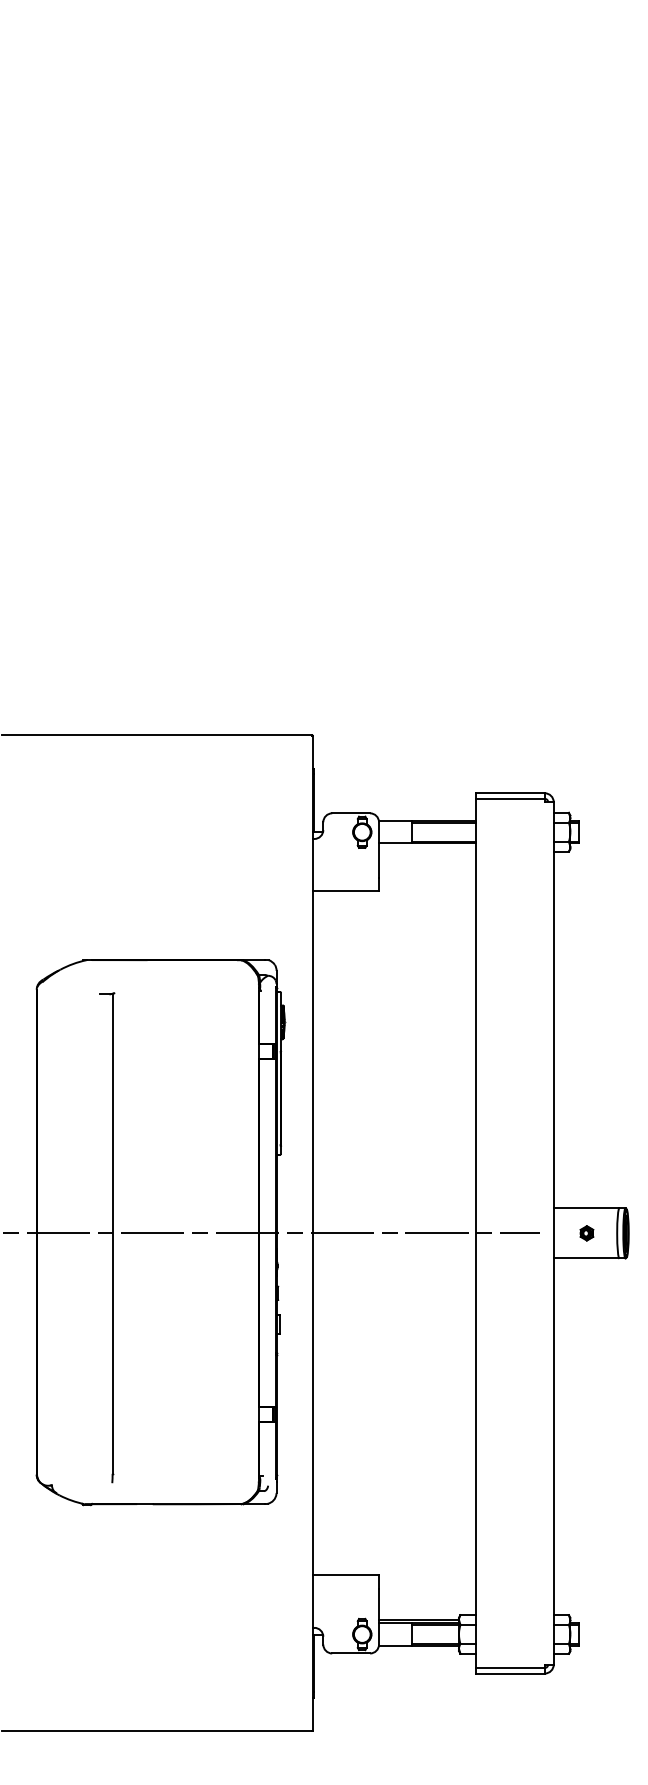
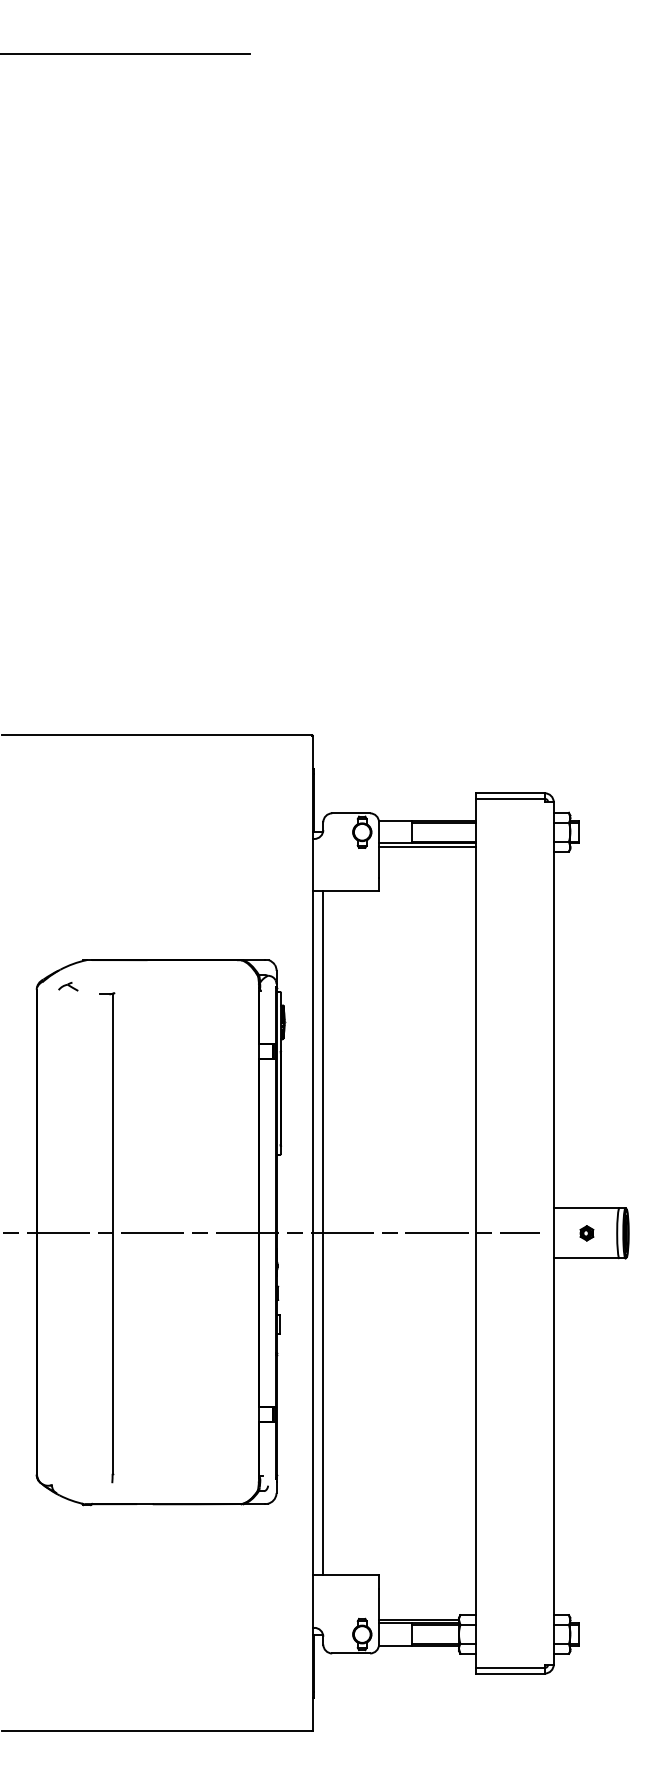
line at (125, 53): none -> present
line at (427, 846): none -> present
part at (68, 986): none -> present
line at (323, 1233): none -> present
